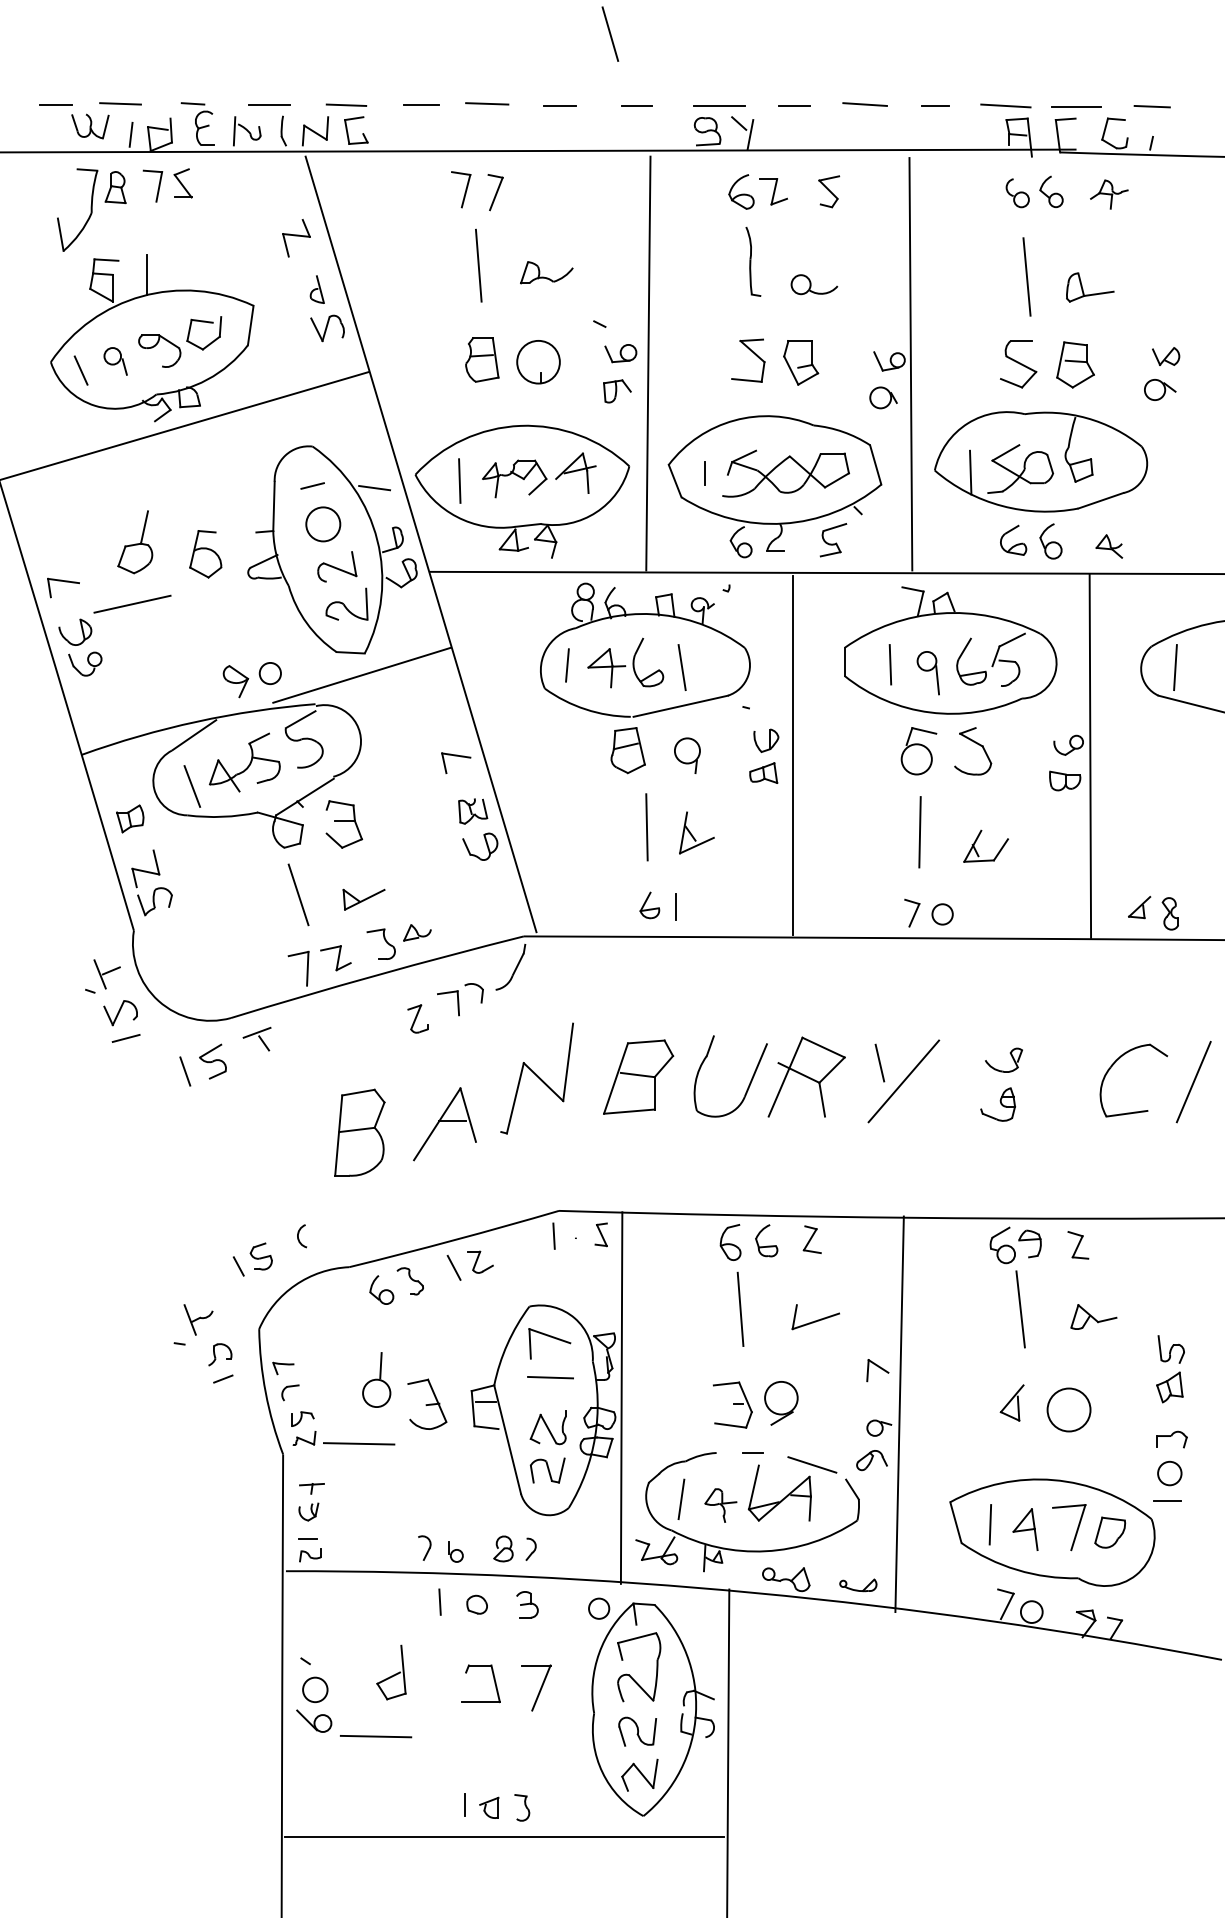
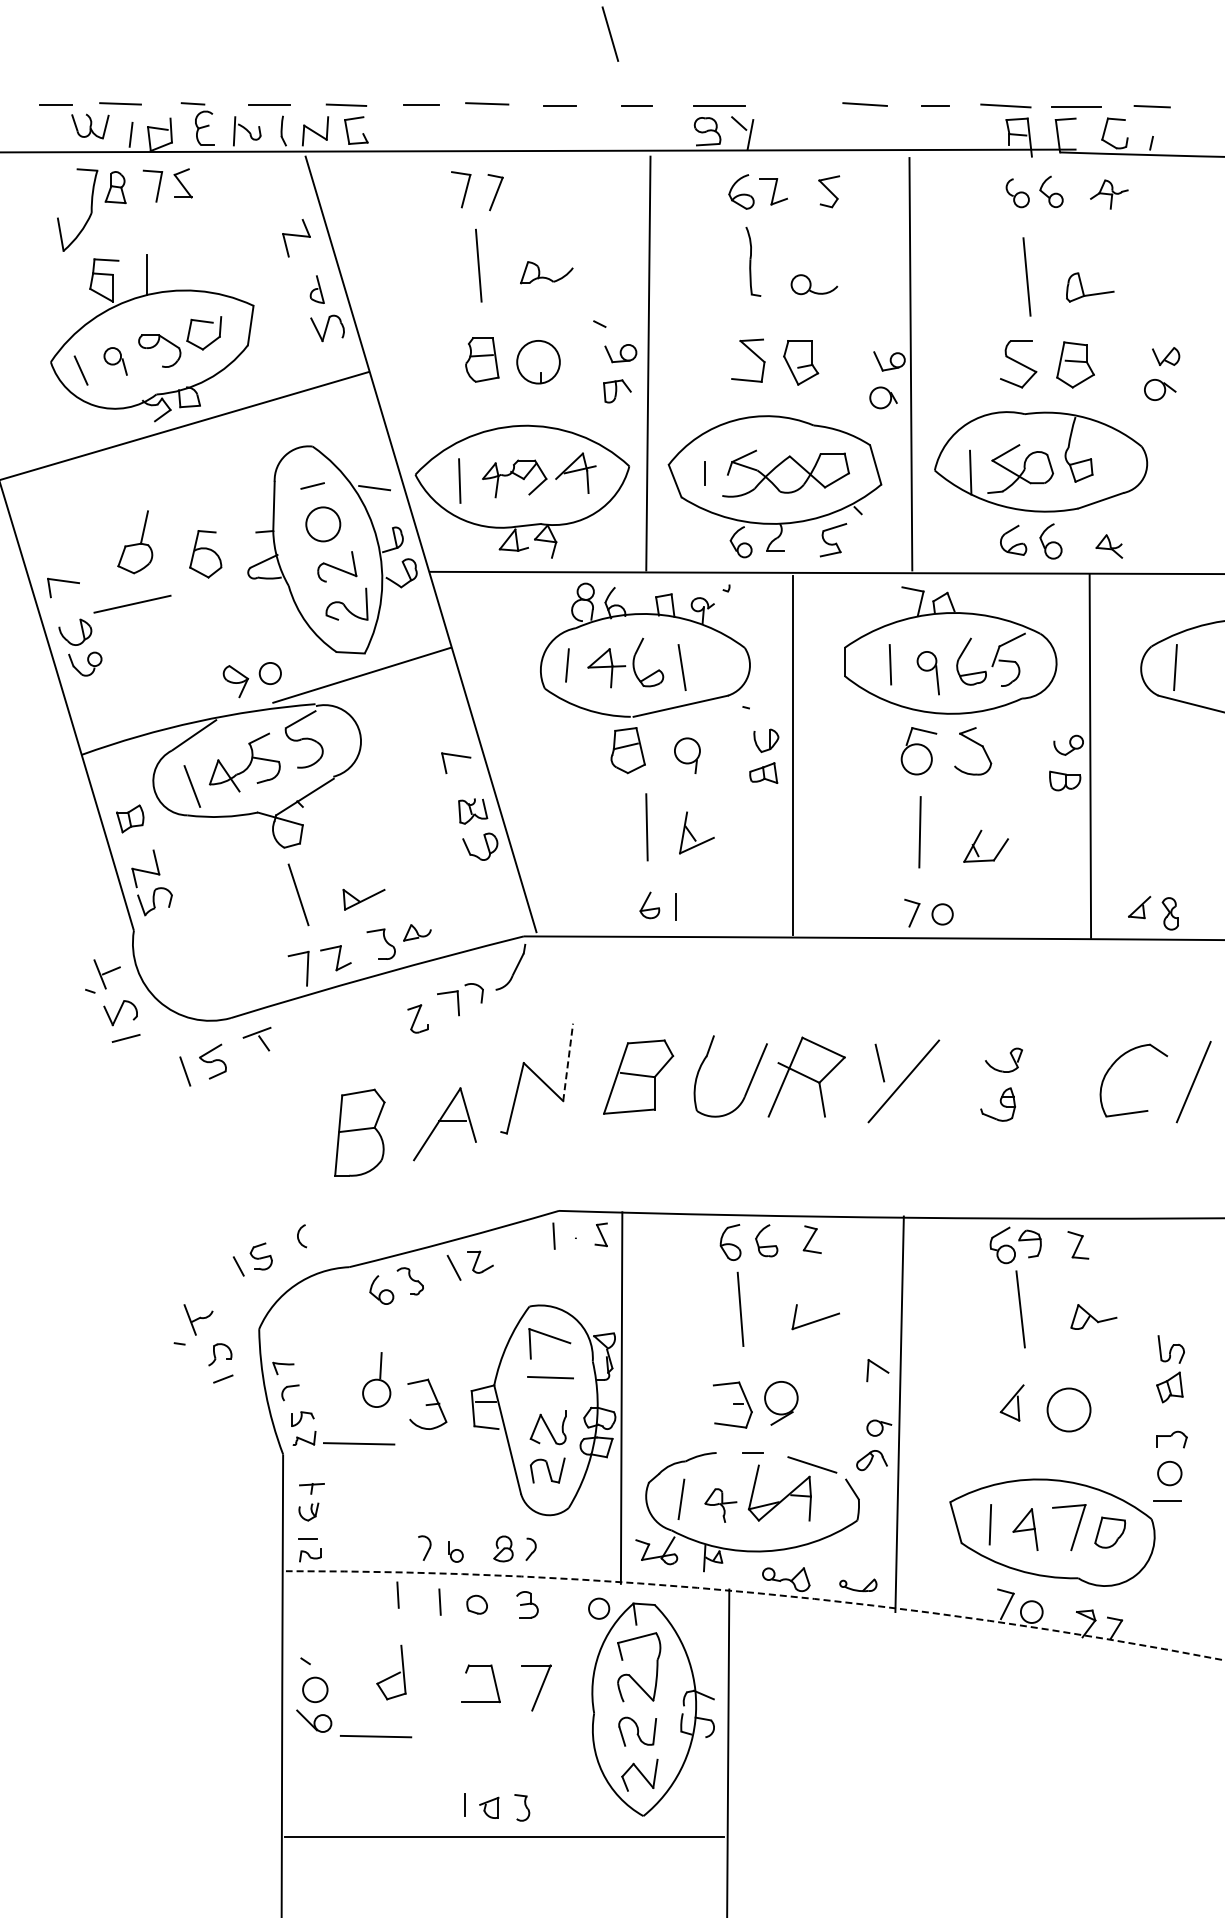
line at (793, 105): present -> none
part at (344, 824): present -> none
line at (568, 1061): solid -> dashed
arc at (756, 1593): solid -> dashed
line at (397, 1594): none -> present
